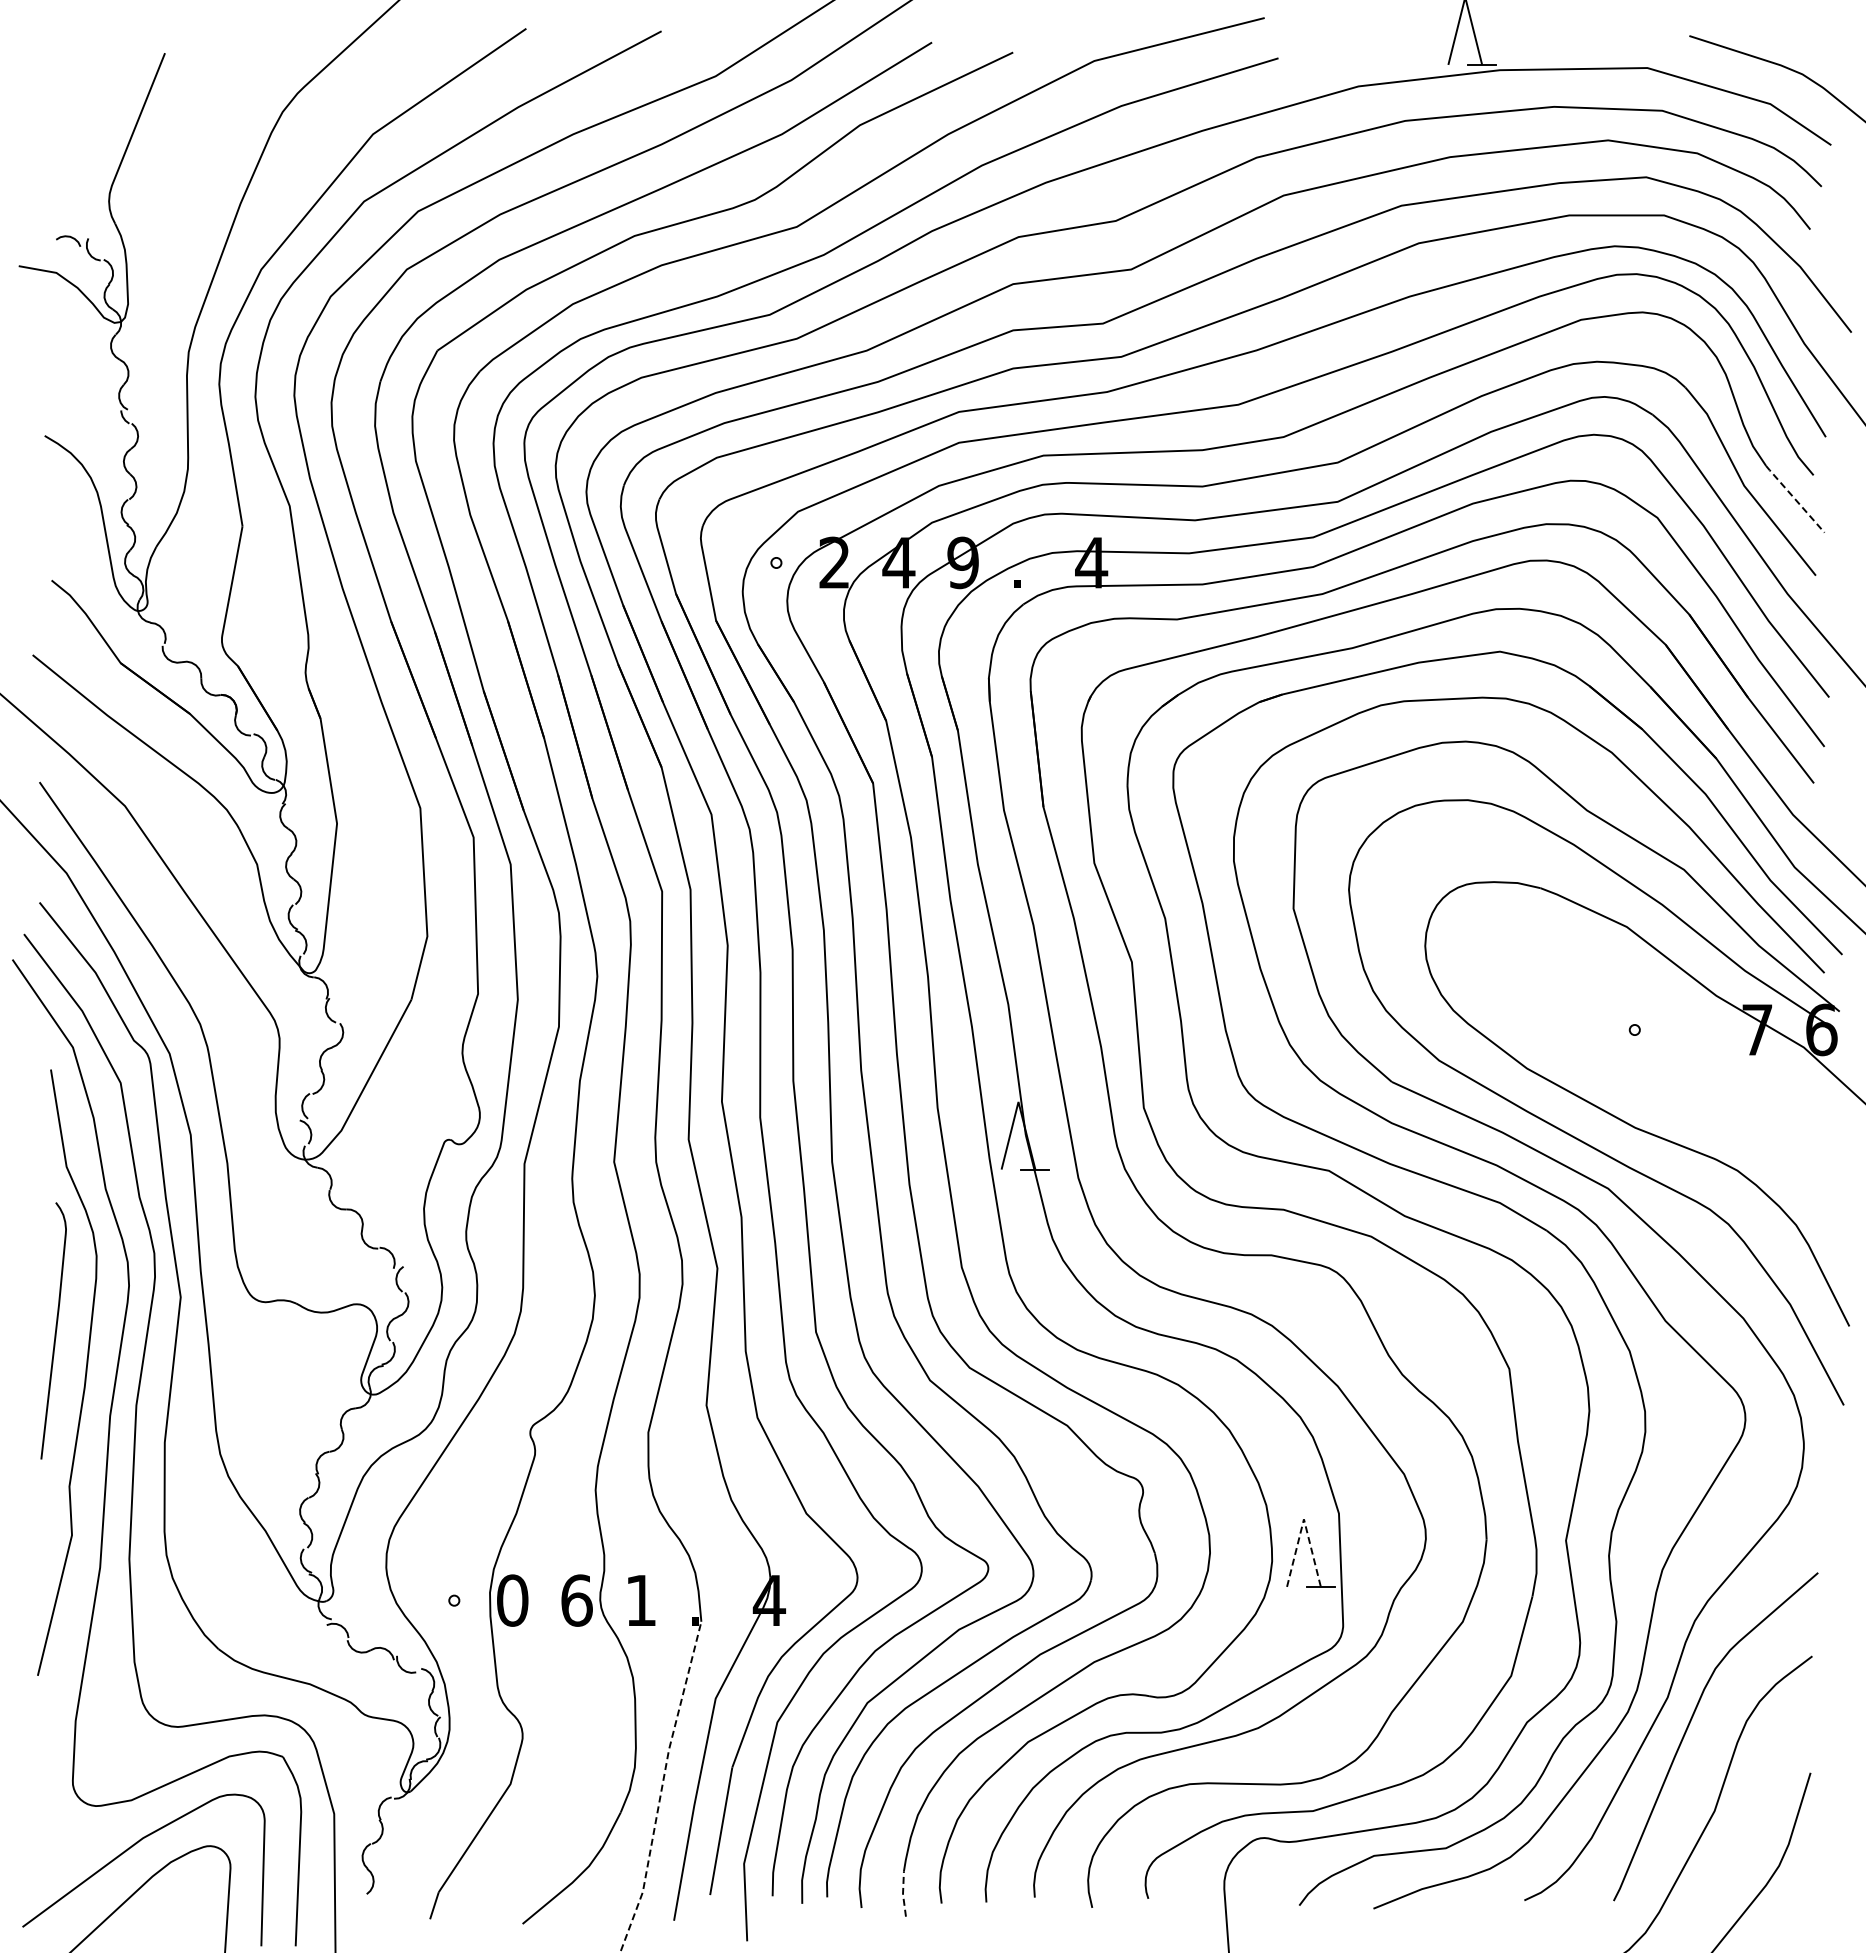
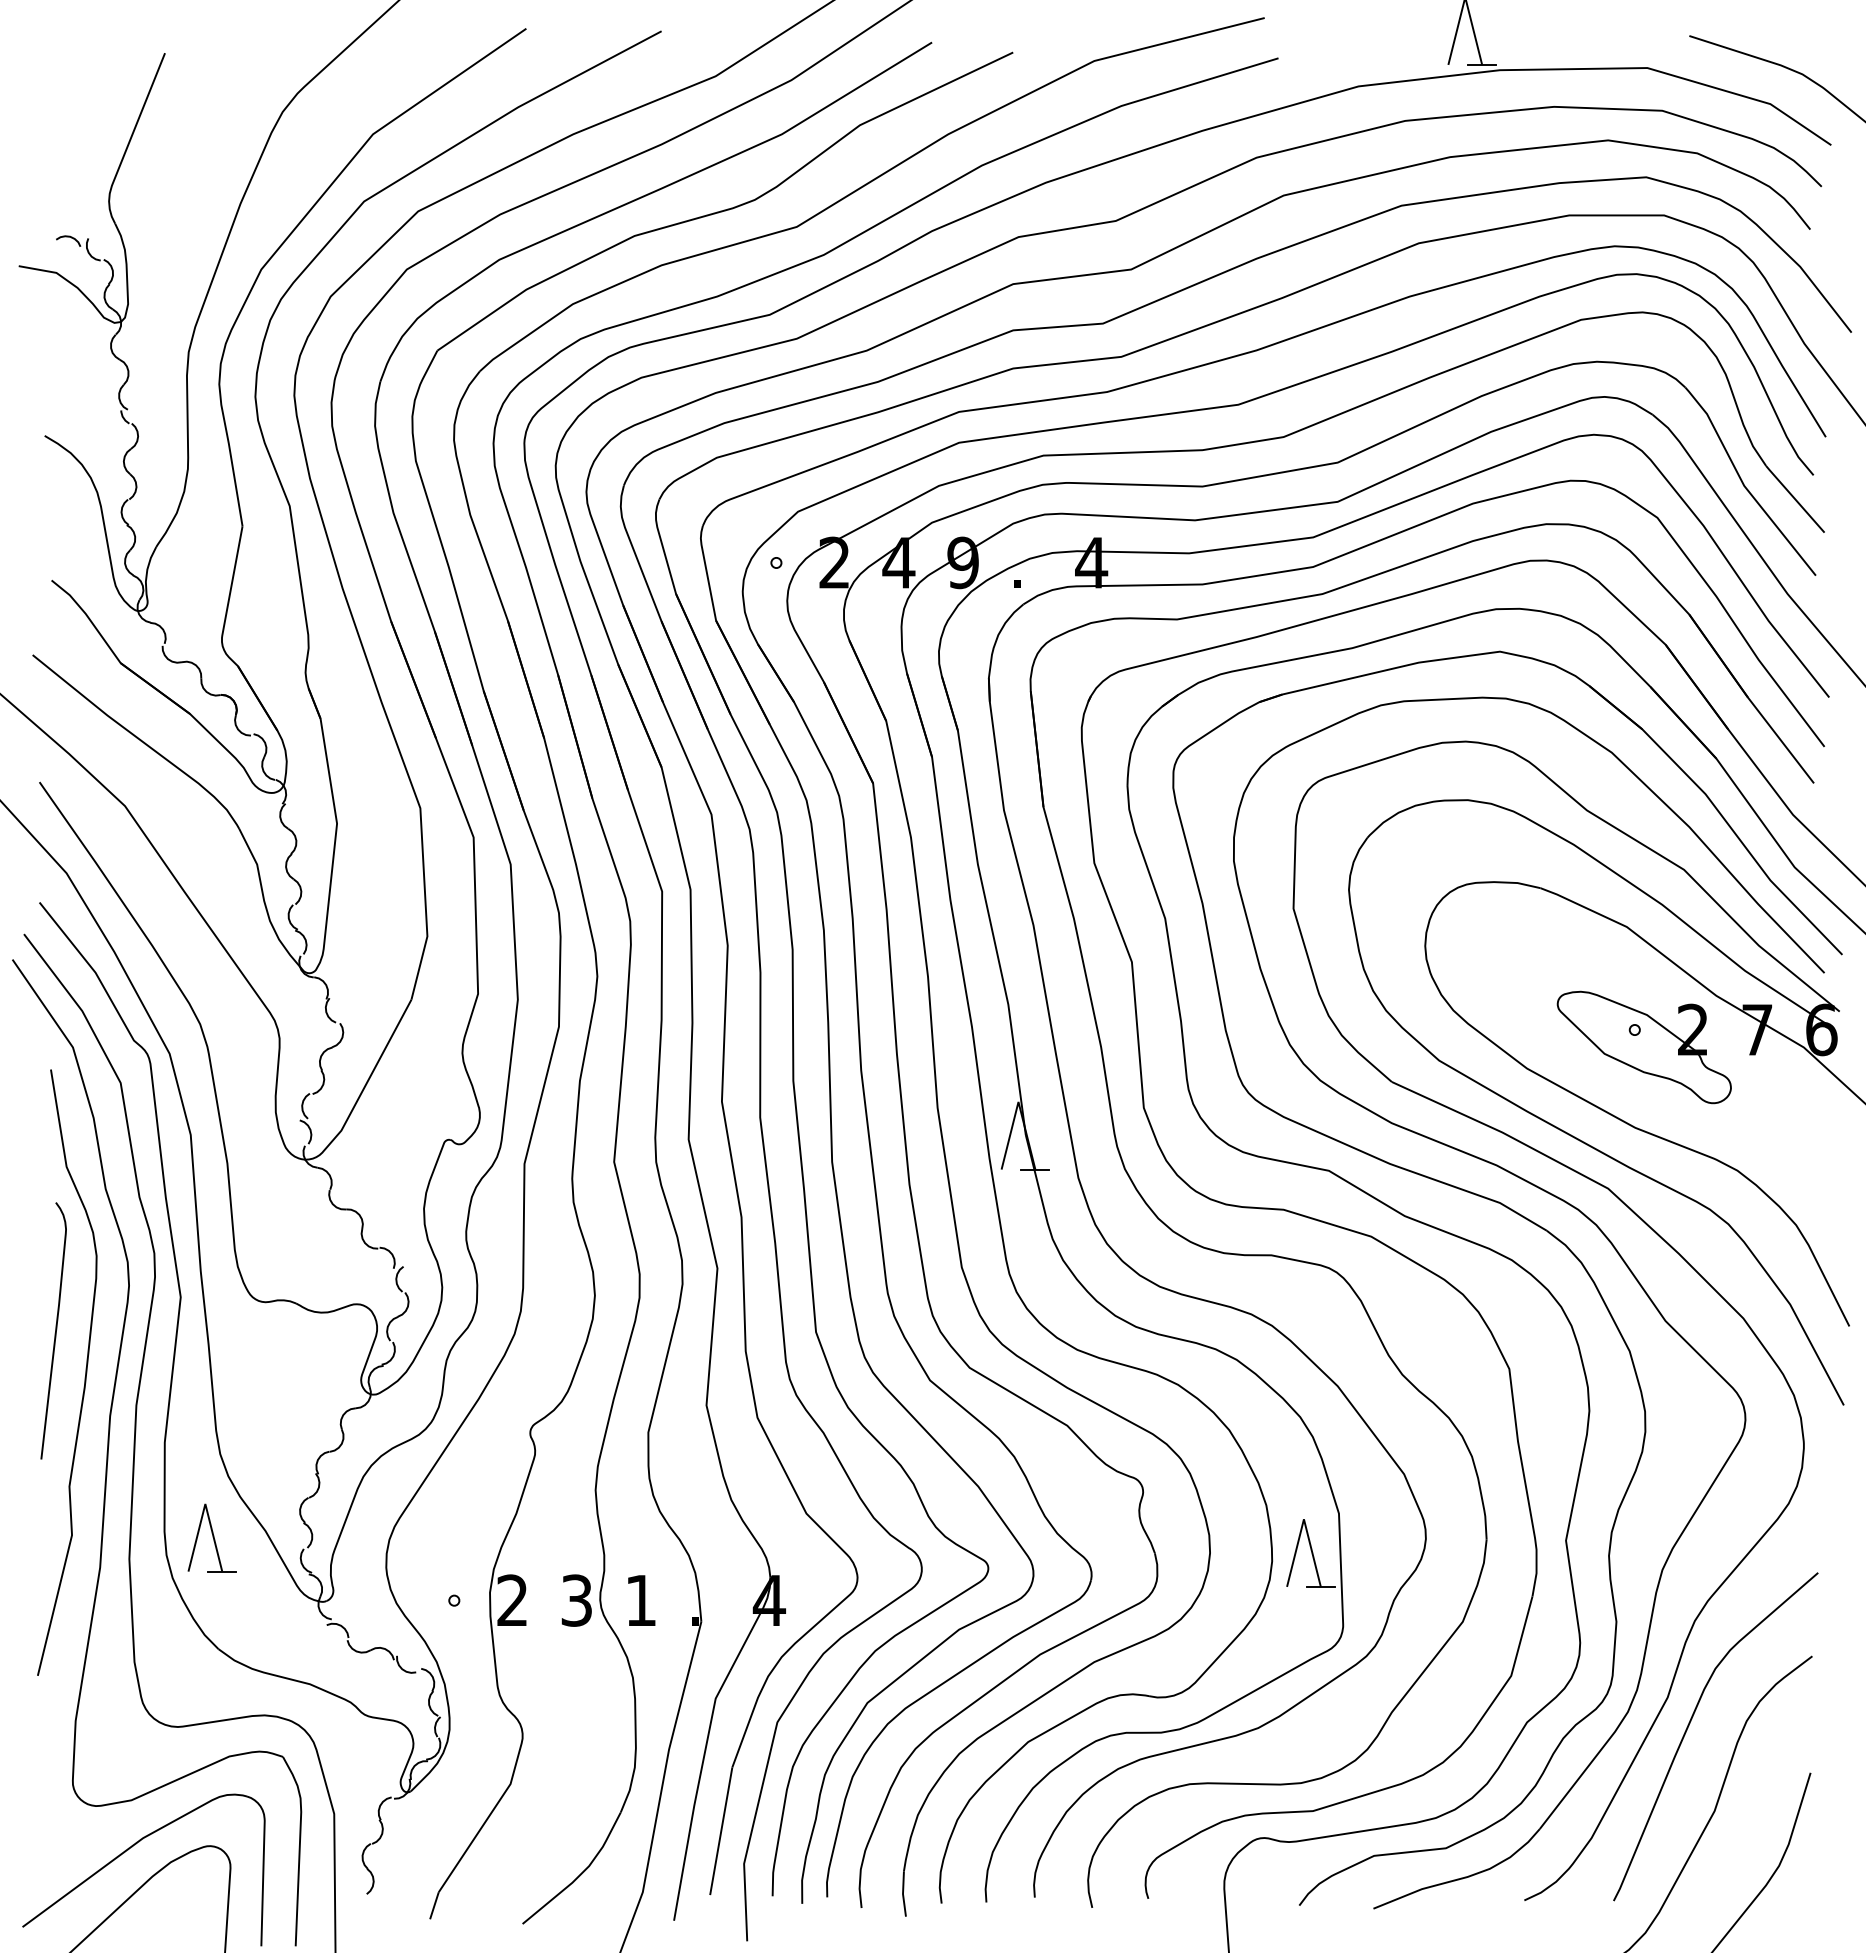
line at (1795, 499): dashed -> solid
part at (1643, 1047): none -> present
line at (1303, 1519): dashed -> solid
part at (211, 1537): none -> present
text at (512, 1600): 0 -> 2
text at (576, 1600): 6 -> 3
line at (662, 1787): dashed -> solid
line at (903, 1894): dashed -> solid
